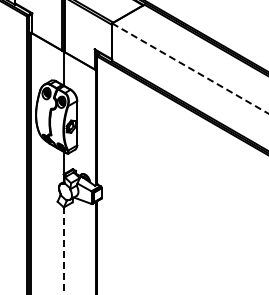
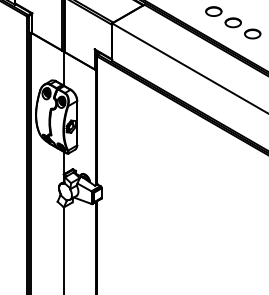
part at (233, 22): none -> present
line at (190, 68): dashed -> solid
line at (63, 251): dashed -> solid
